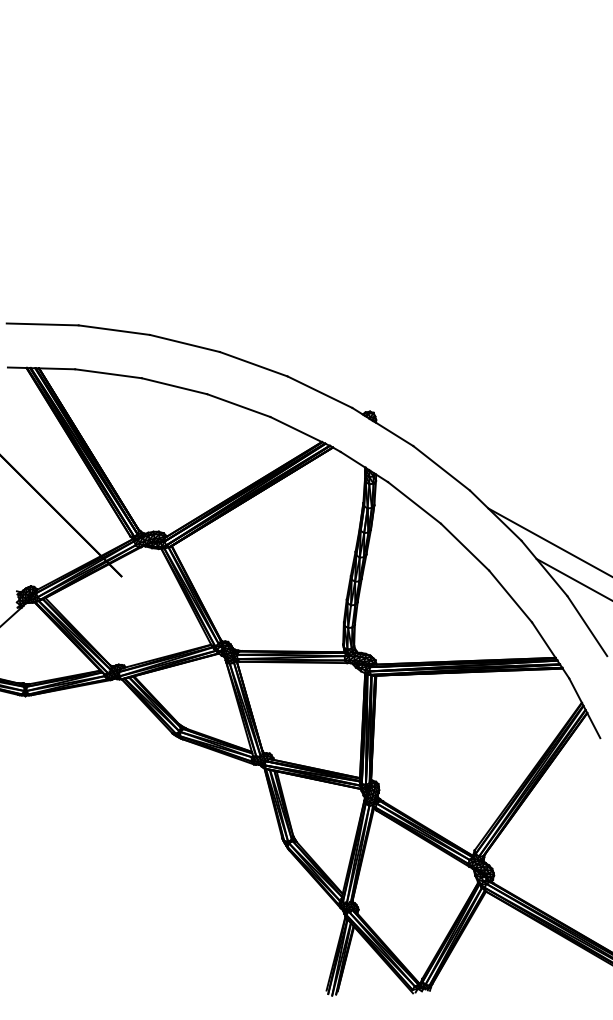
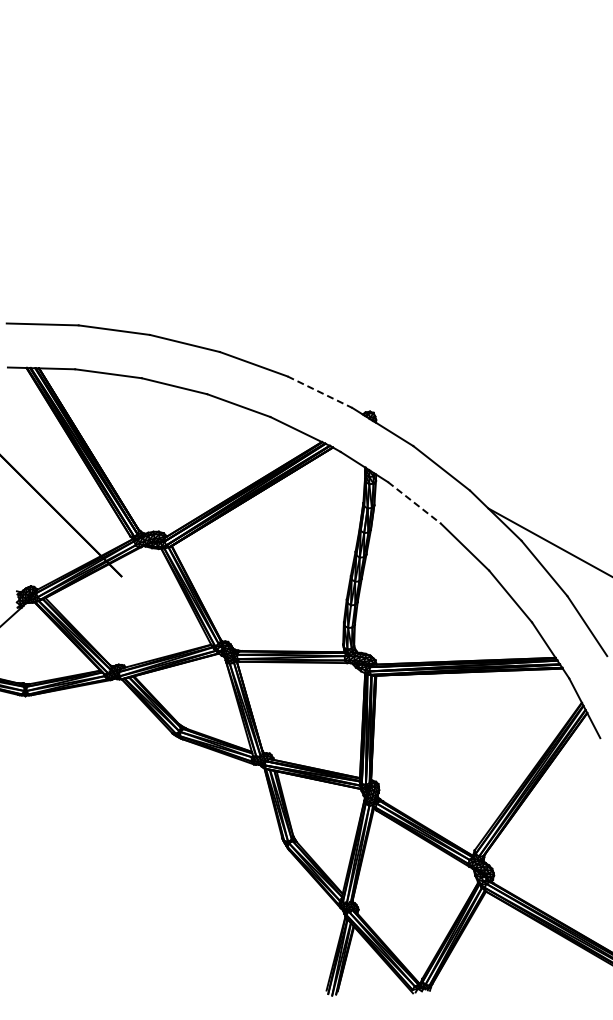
line at (319, 392): solid -> dashed
line at (414, 502): solid -> dashed
line at (572, 578): present -> none
